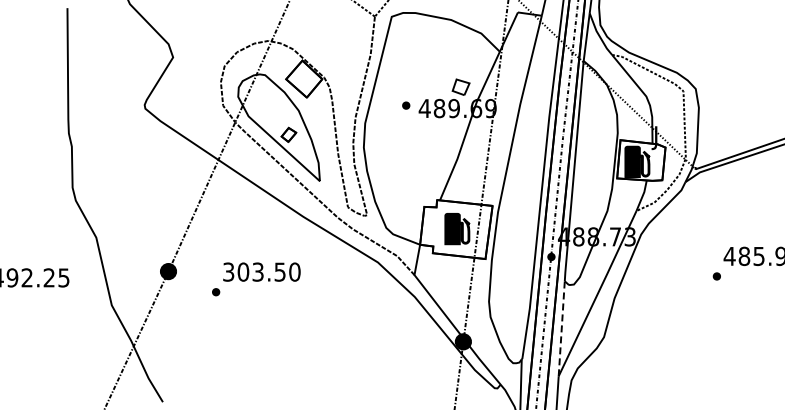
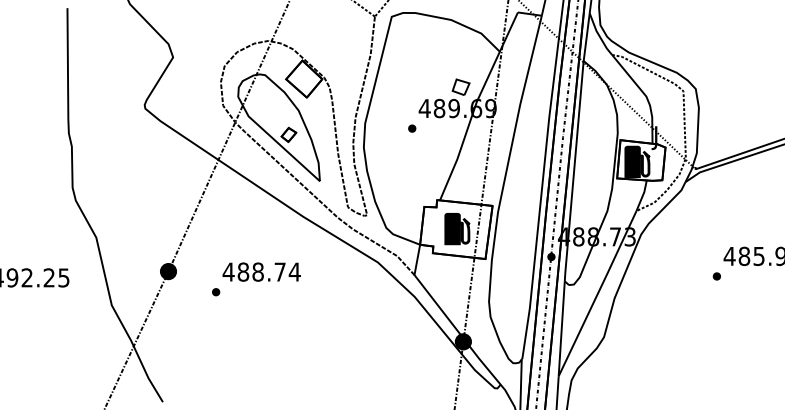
part at (406, 105) position: (406, 105) -> (412, 128)
text at (261, 271): 303.50 -> 488.74
line at (561, 328): dashed -> solid
